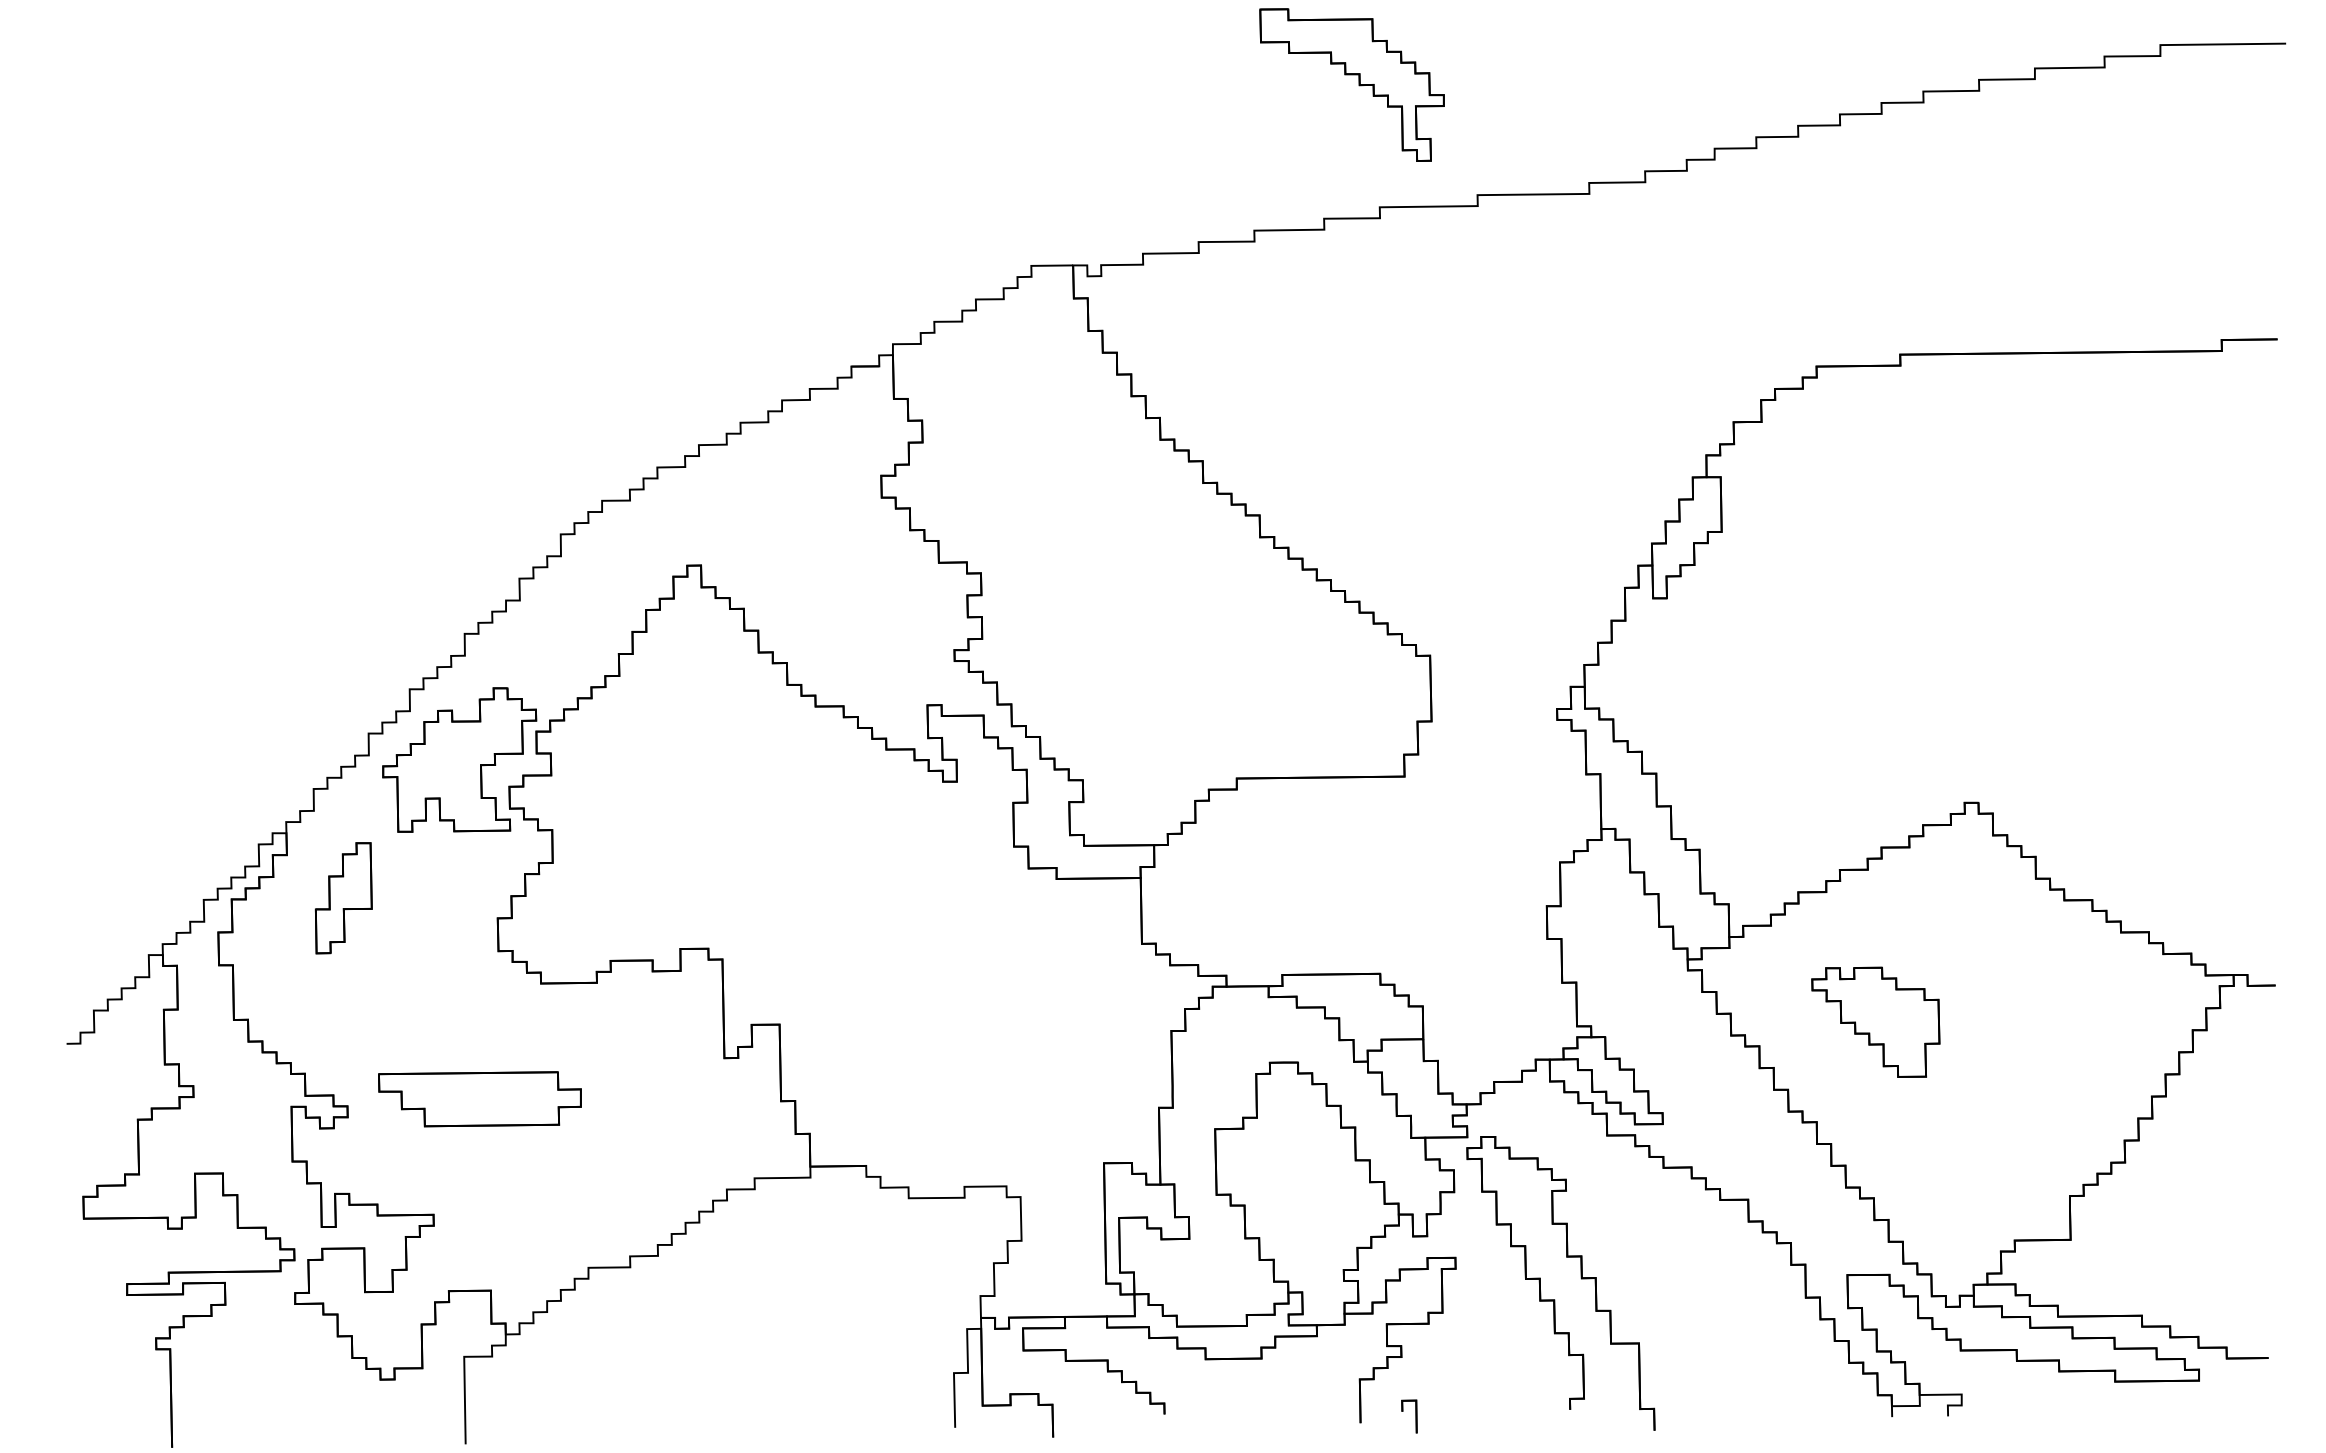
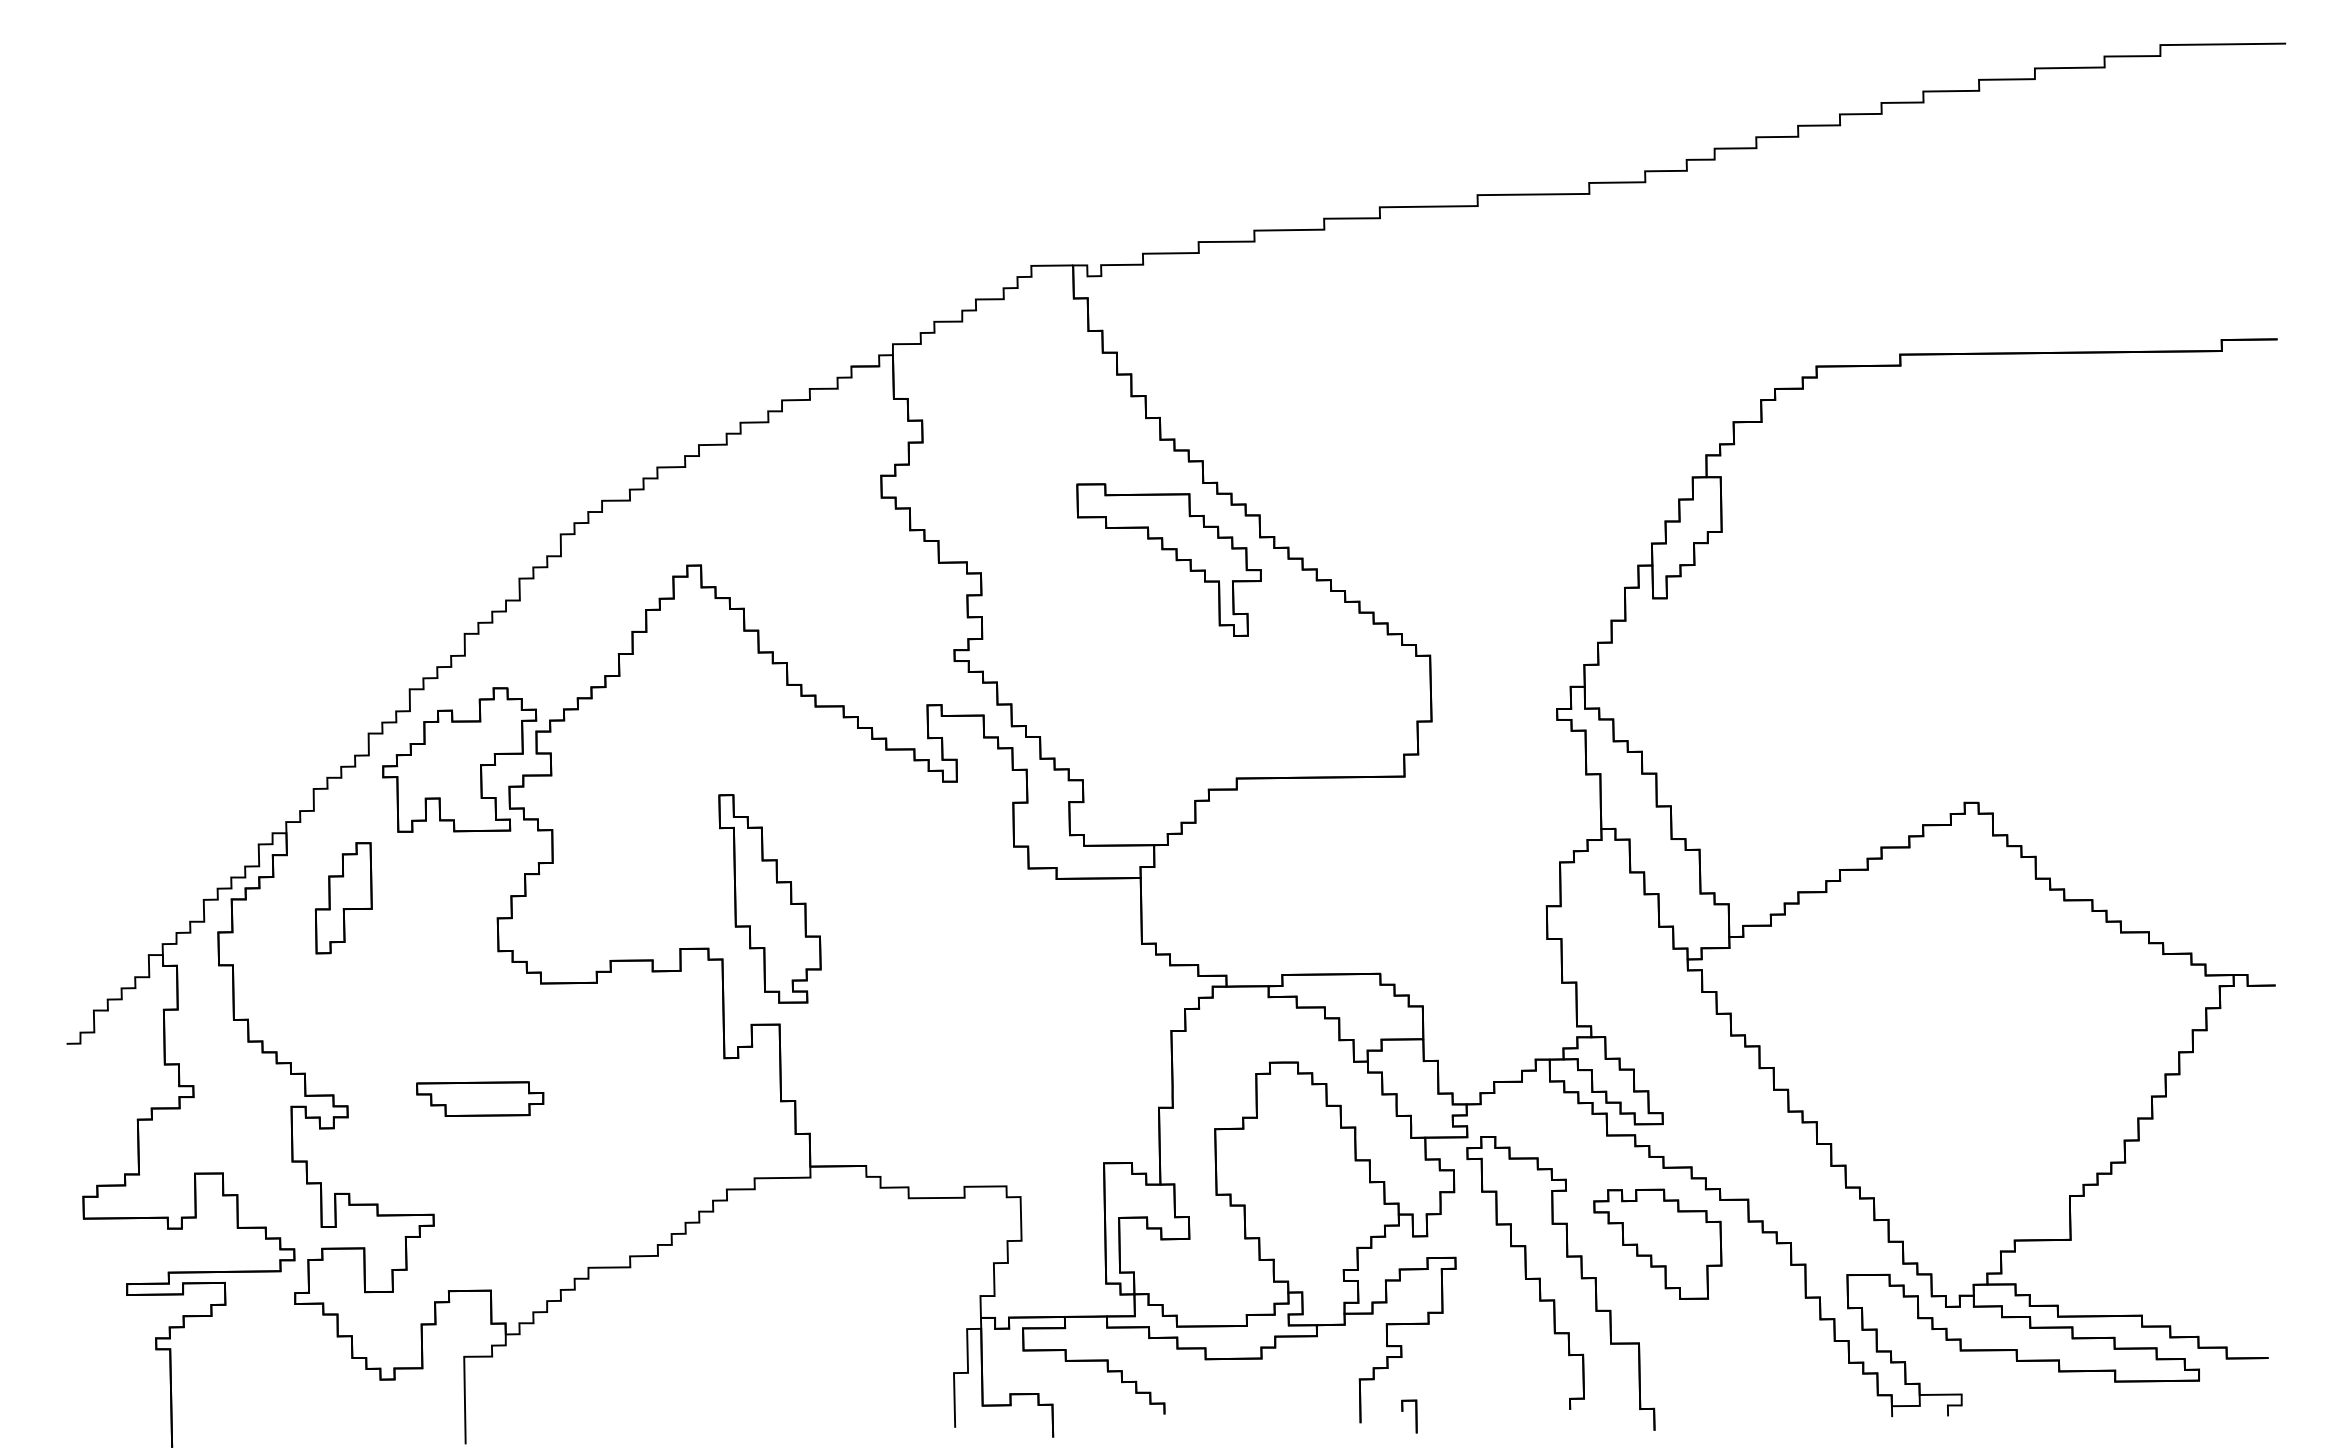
part at (1358, 84) position: (1358, 84) -> (1175, 559)
part at (769, 898): none -> present
part at (1875, 1021) position: (1875, 1021) -> (1657, 1243)
part at (479, 1099) size: 204x57 px -> 129x36 px
